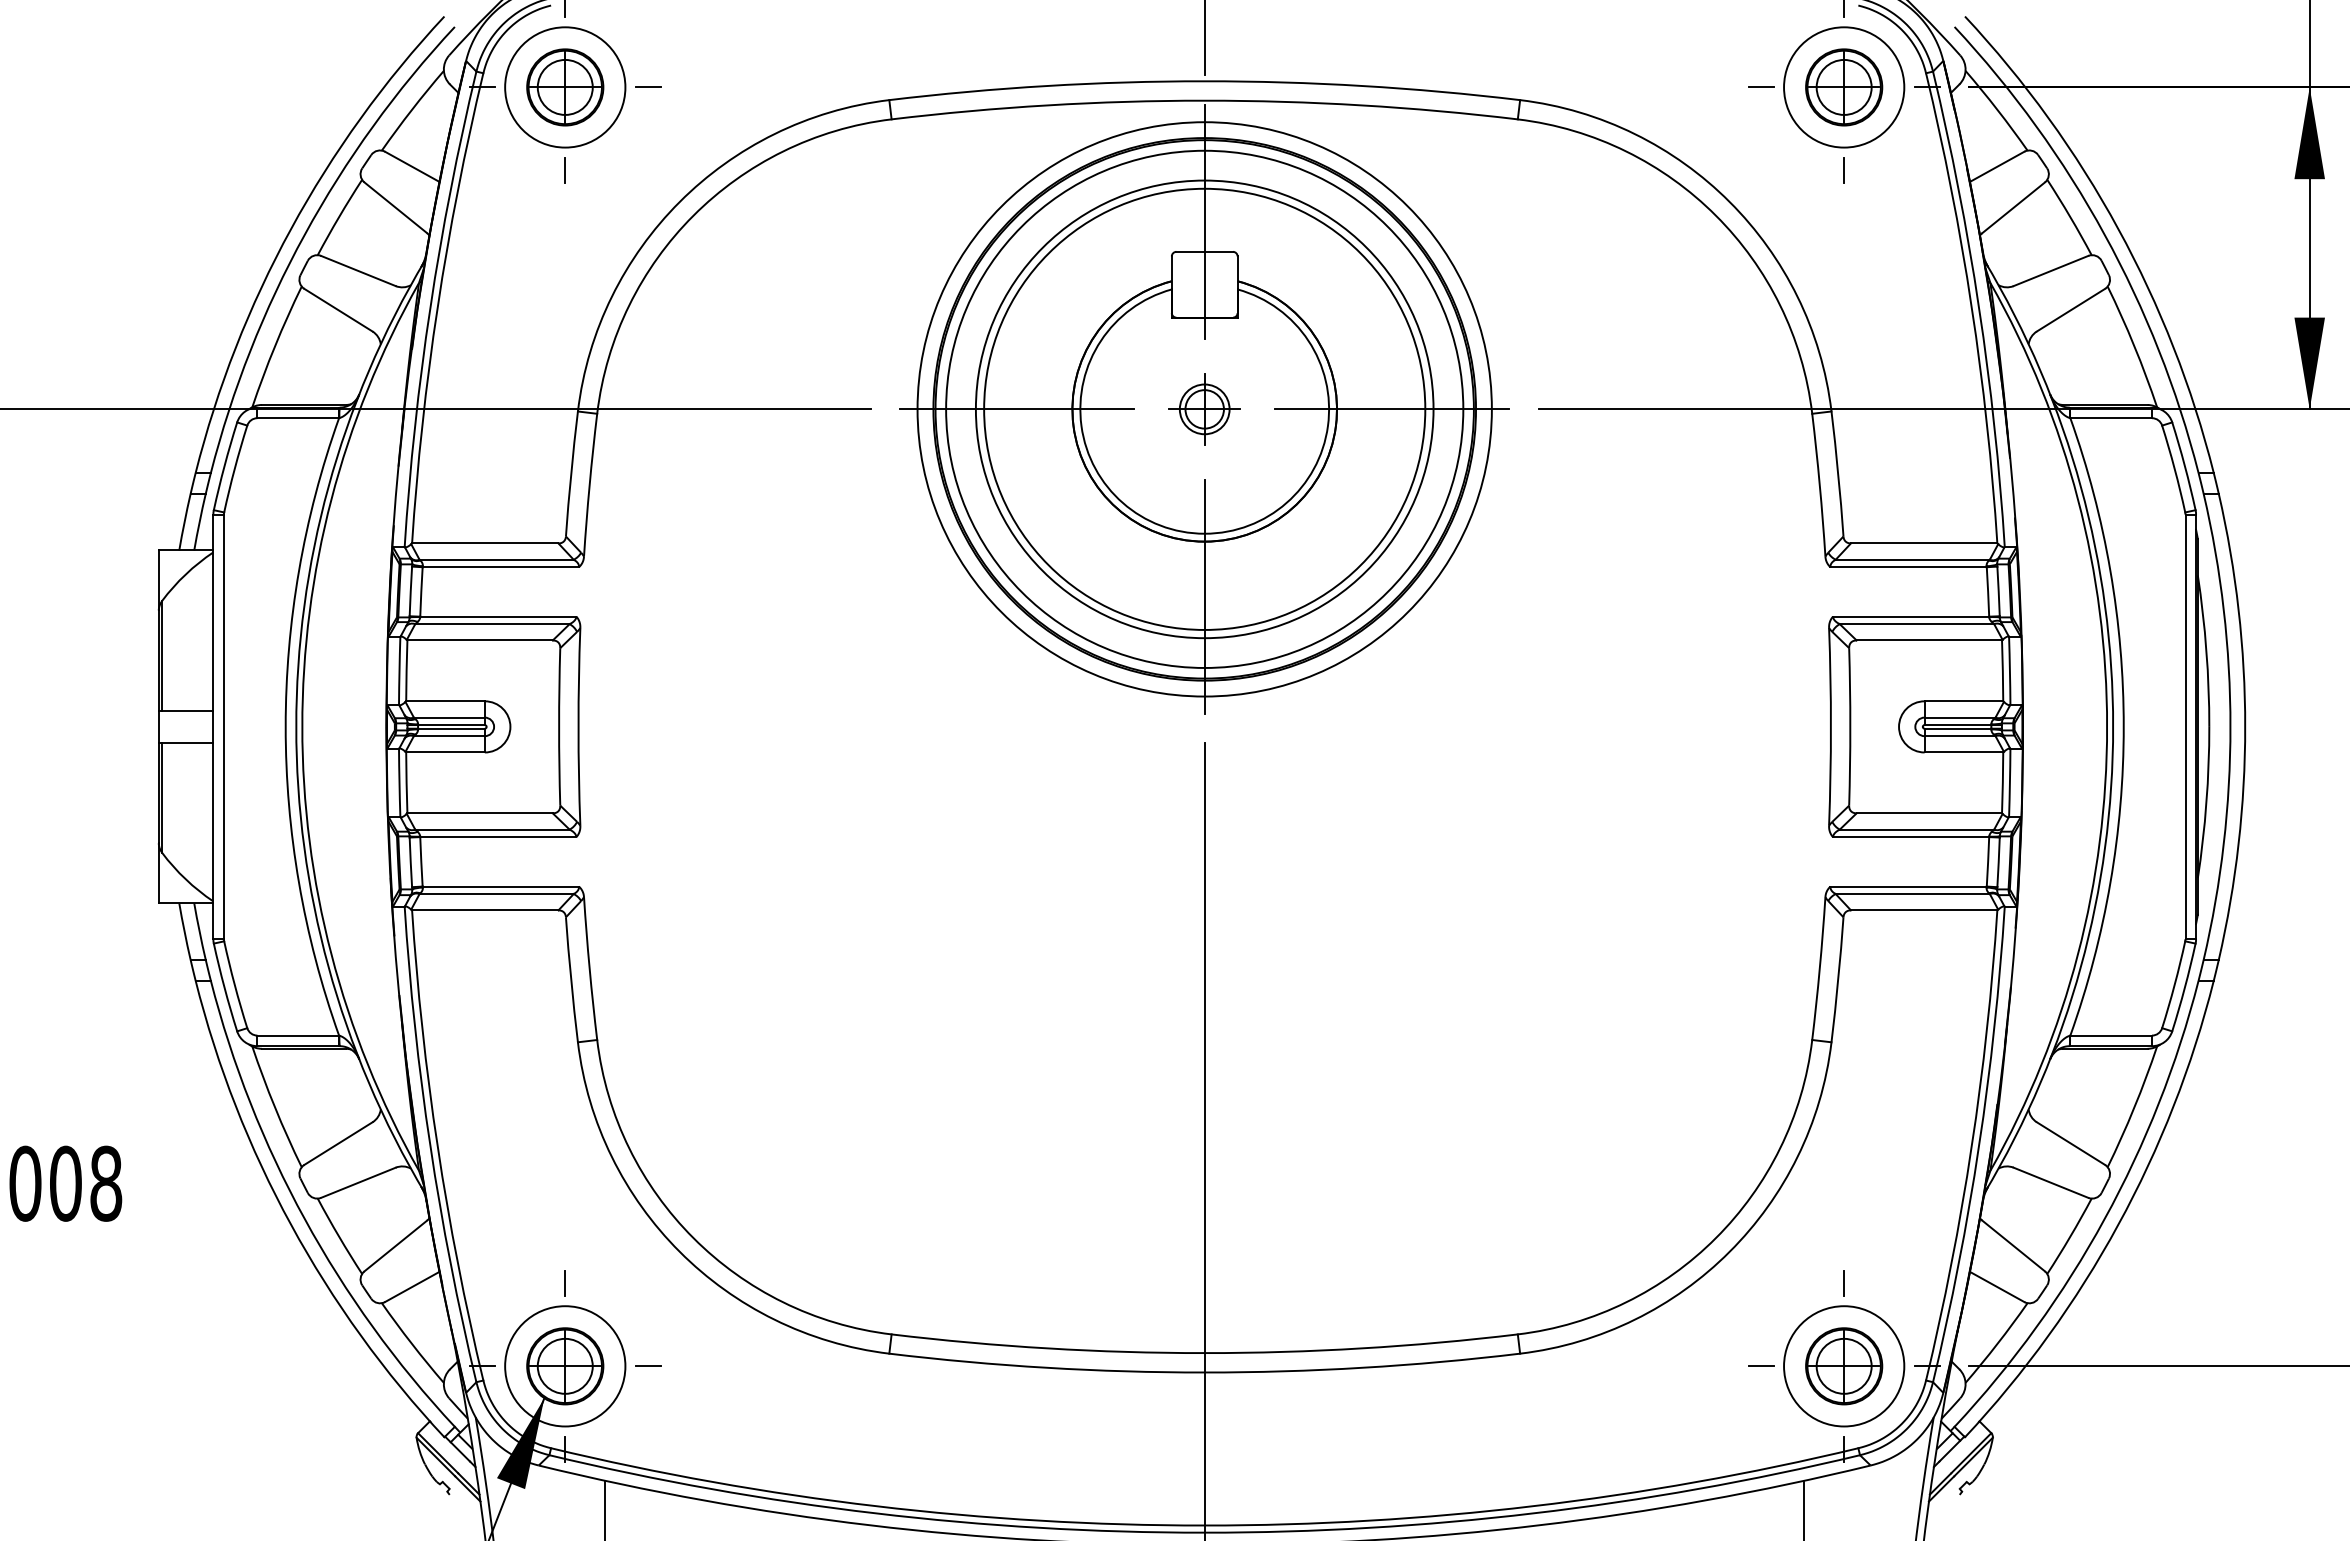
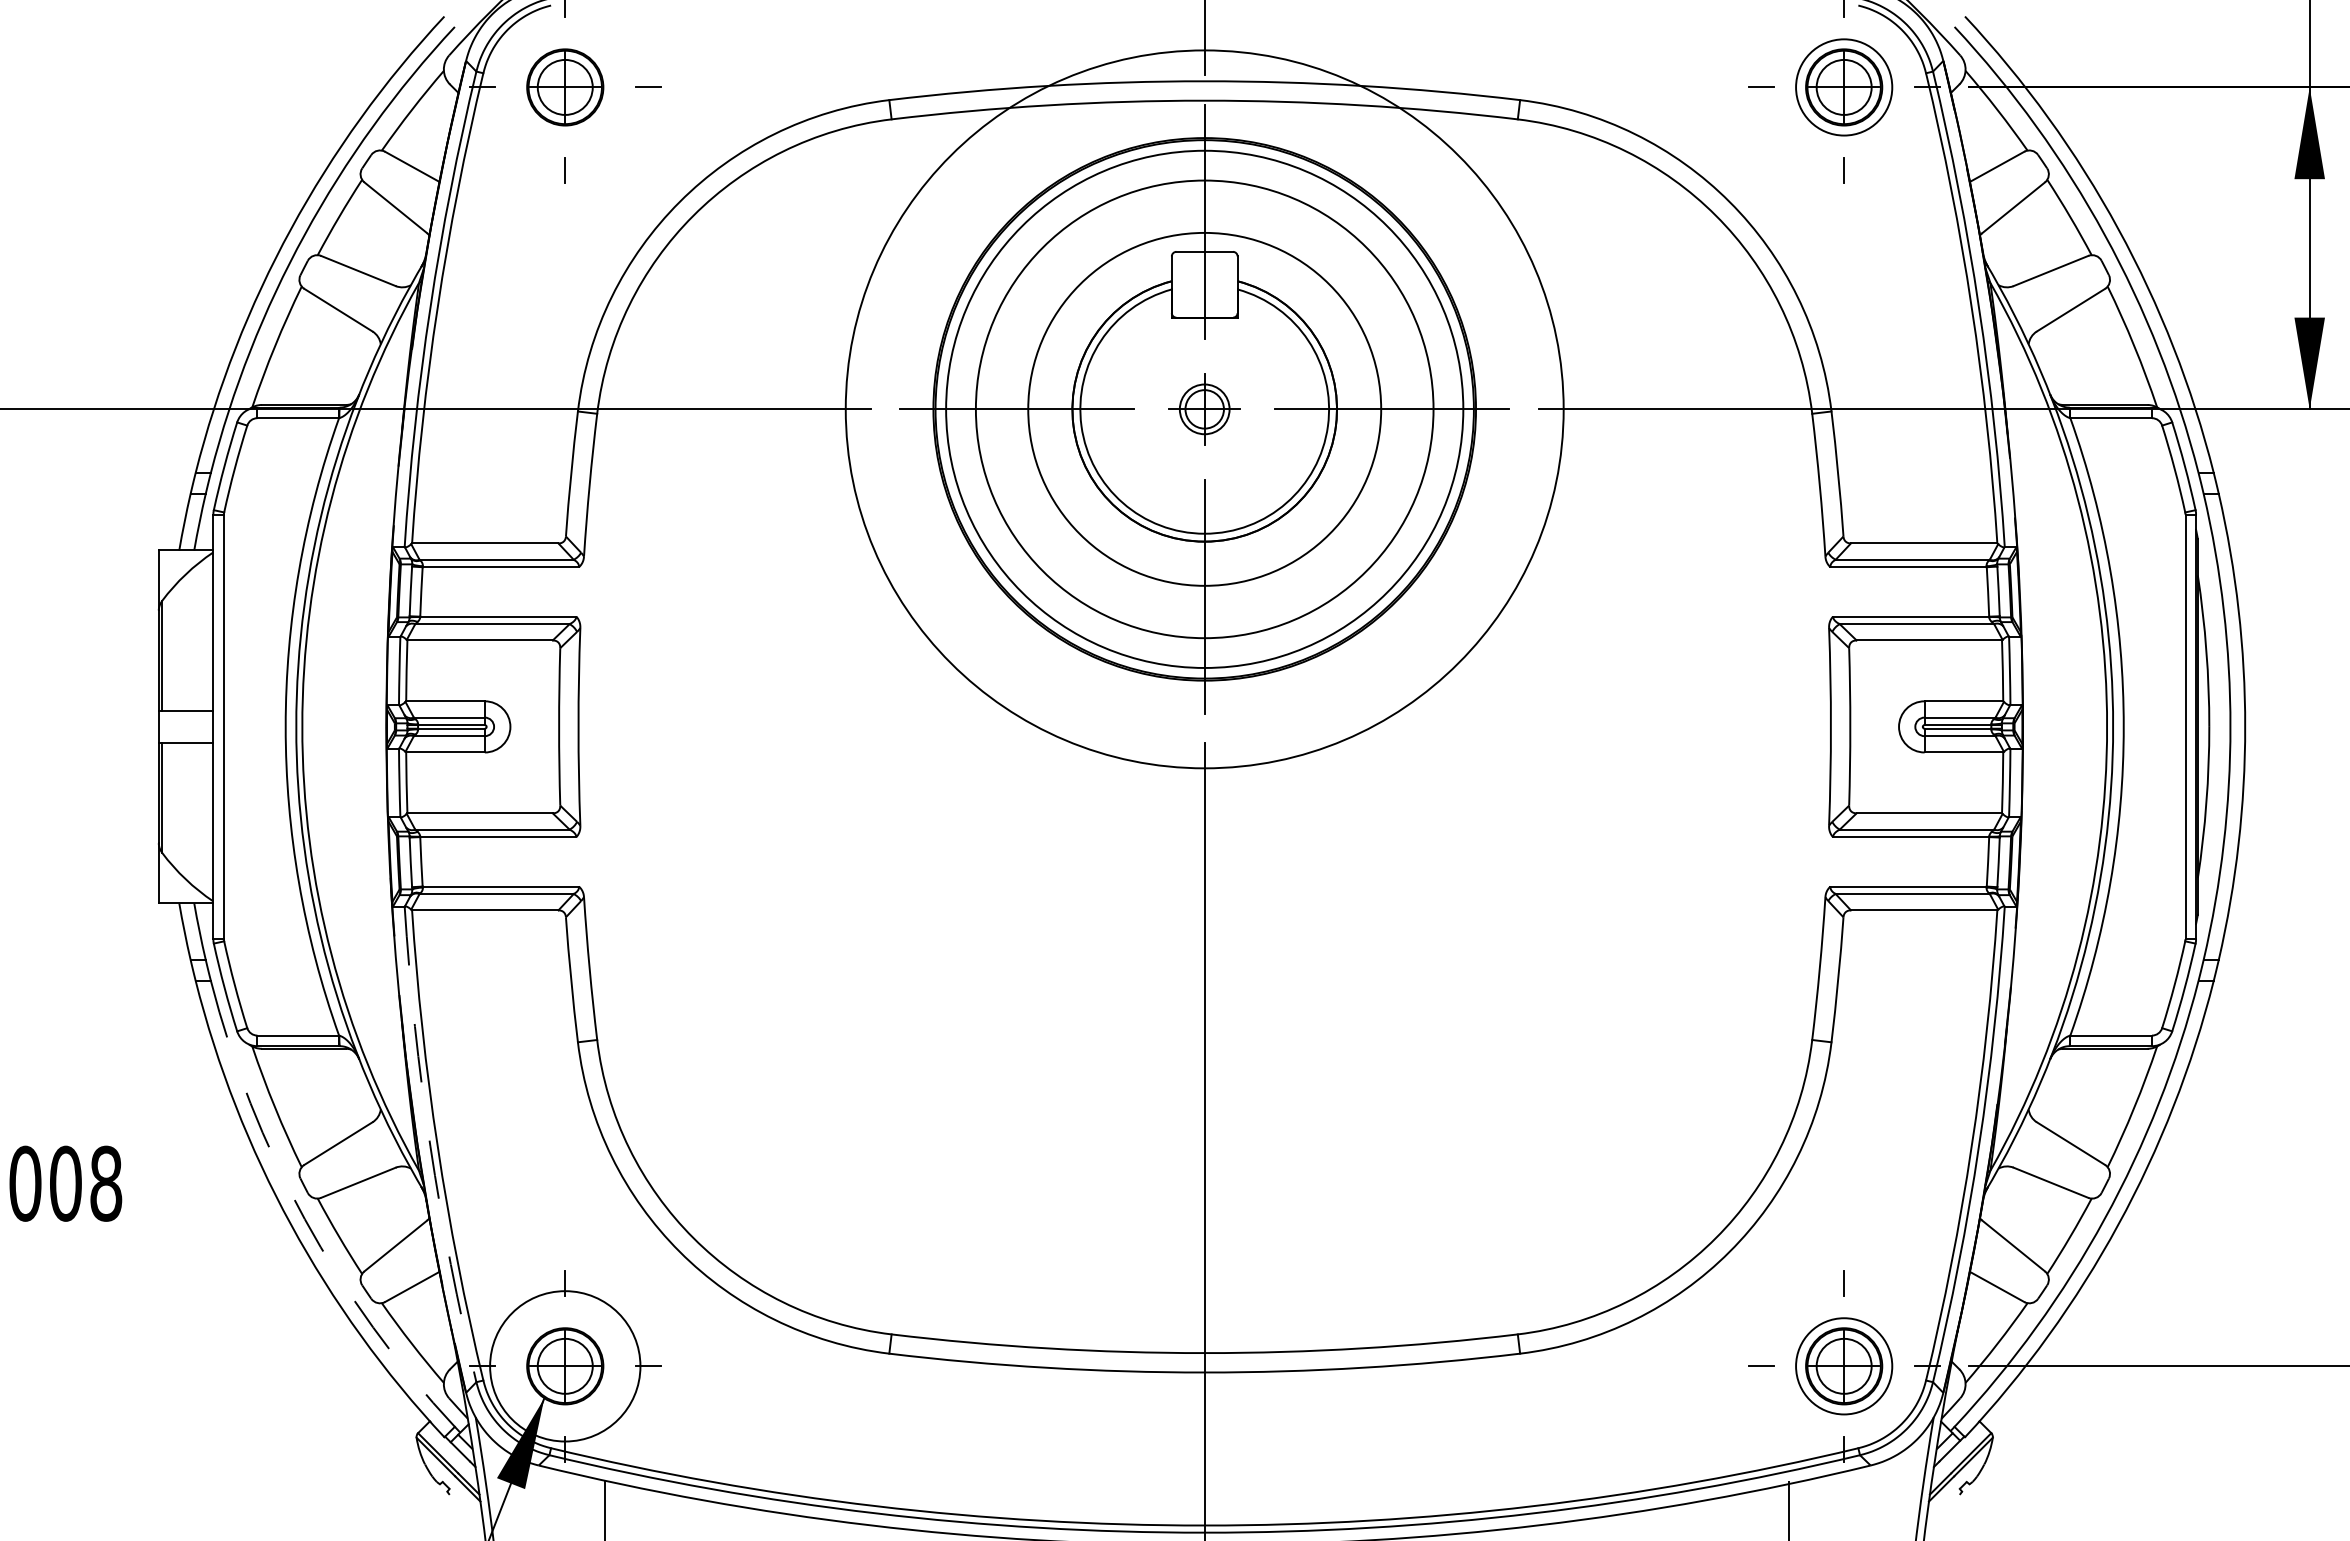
circle at (565, 87): present -> none
circle at (1844, 87) diameter: 120 px -> 96 px
circle at (1204, 408) diameter: 441 px -> 353 px
circle at (1204, 409) diameter: 574 px -> 718 px
arc at (430, 1146): solid -> dashed
arc at (304, 1219): solid -> dashed
circle at (565, 1366) diameter: 120 px -> 150 px
circle at (1844, 1366) diameter: 120 px -> 96 px
line at (1804, 1509) position: (1804, 1509) -> (1789, 1509)
